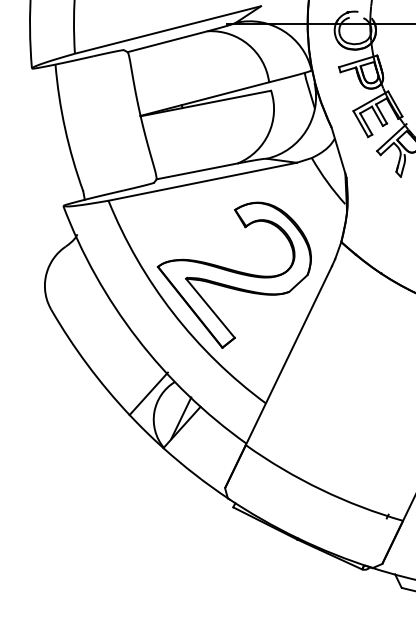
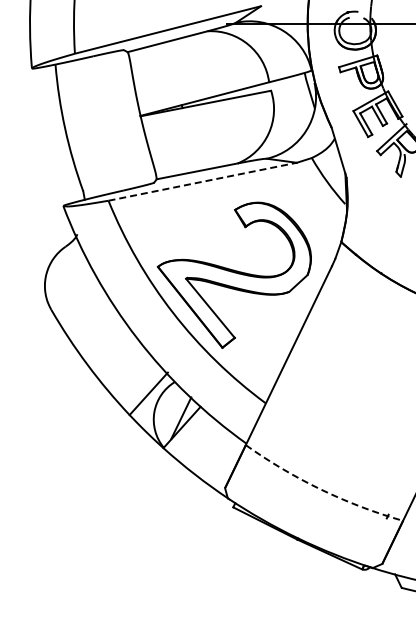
line at (203, 181): solid -> dashed
arc at (321, 489): solid -> dashed
